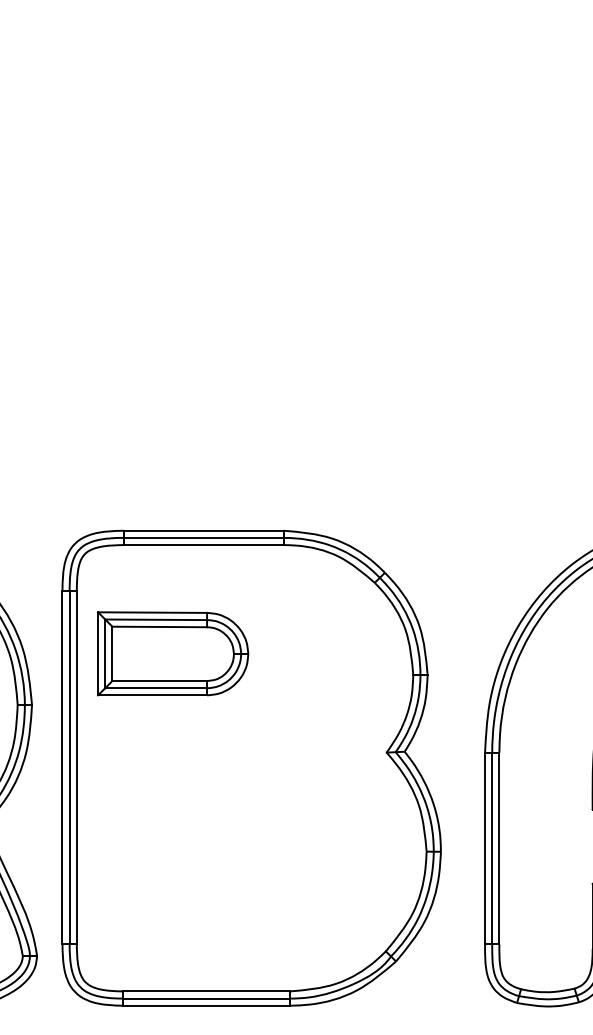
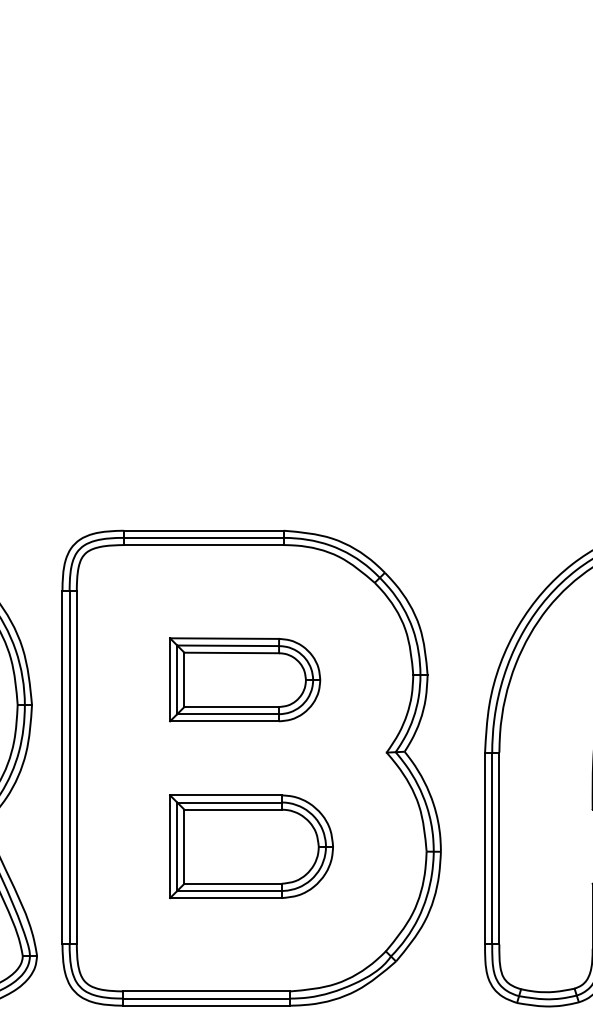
part at (173, 653) position: (173, 653) -> (245, 679)
part at (251, 846): none -> present
